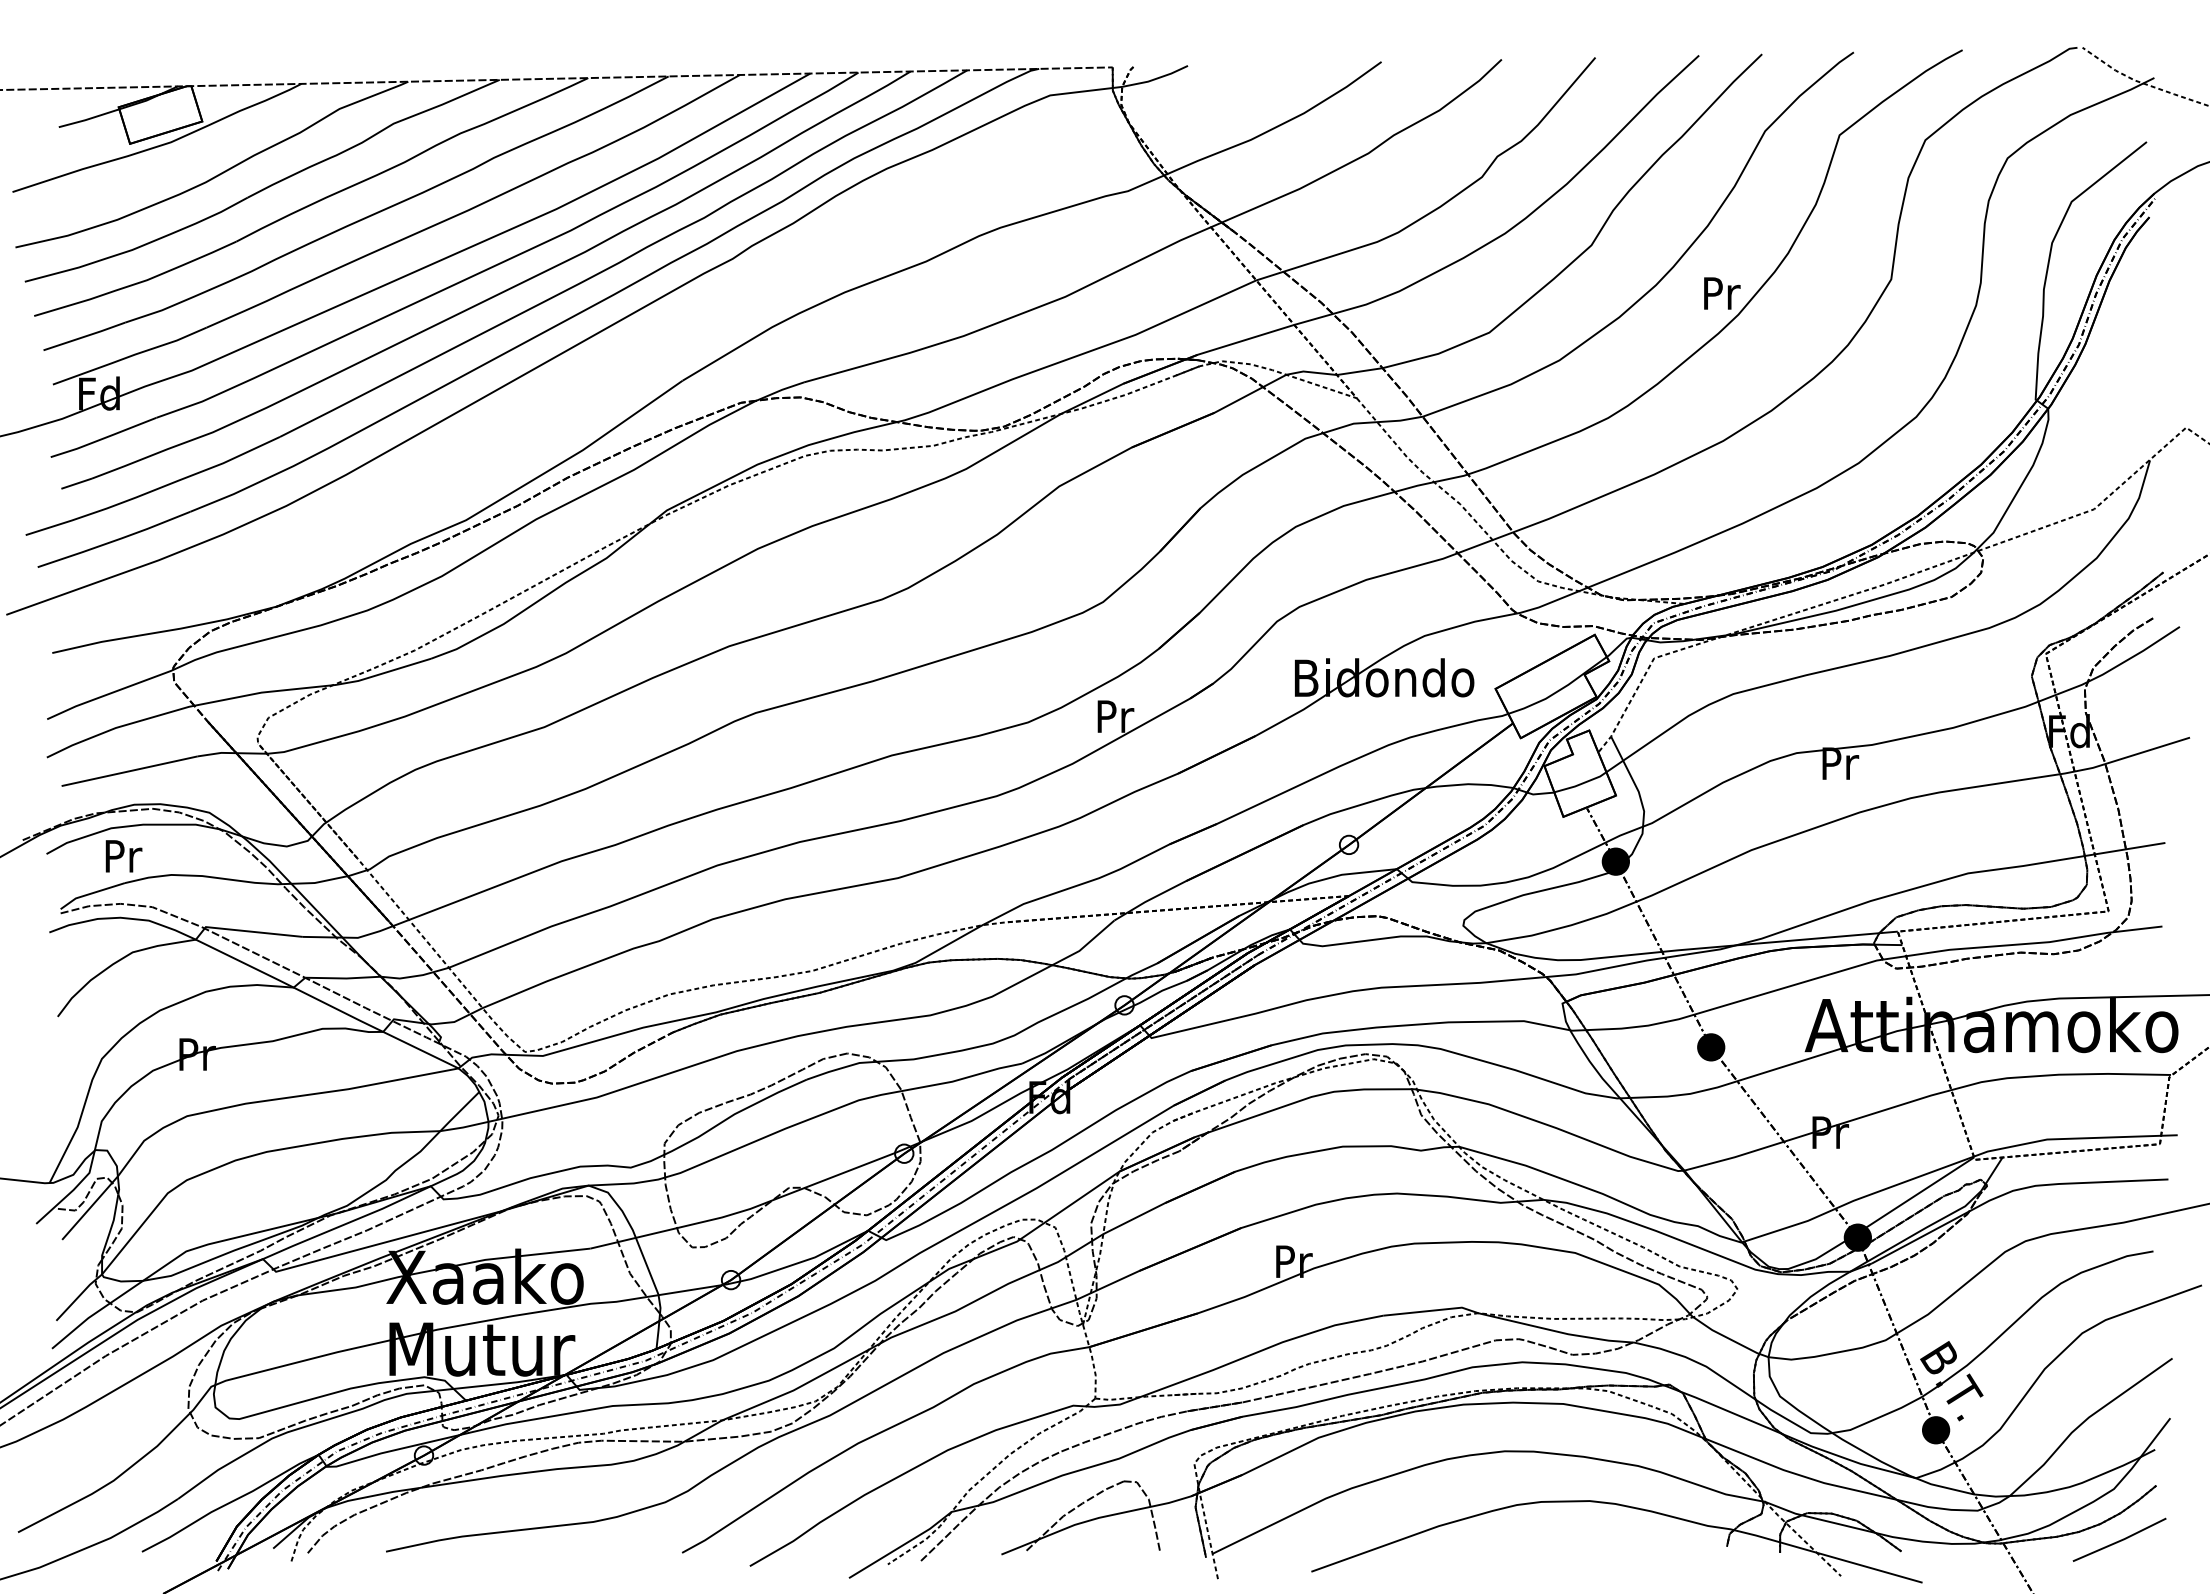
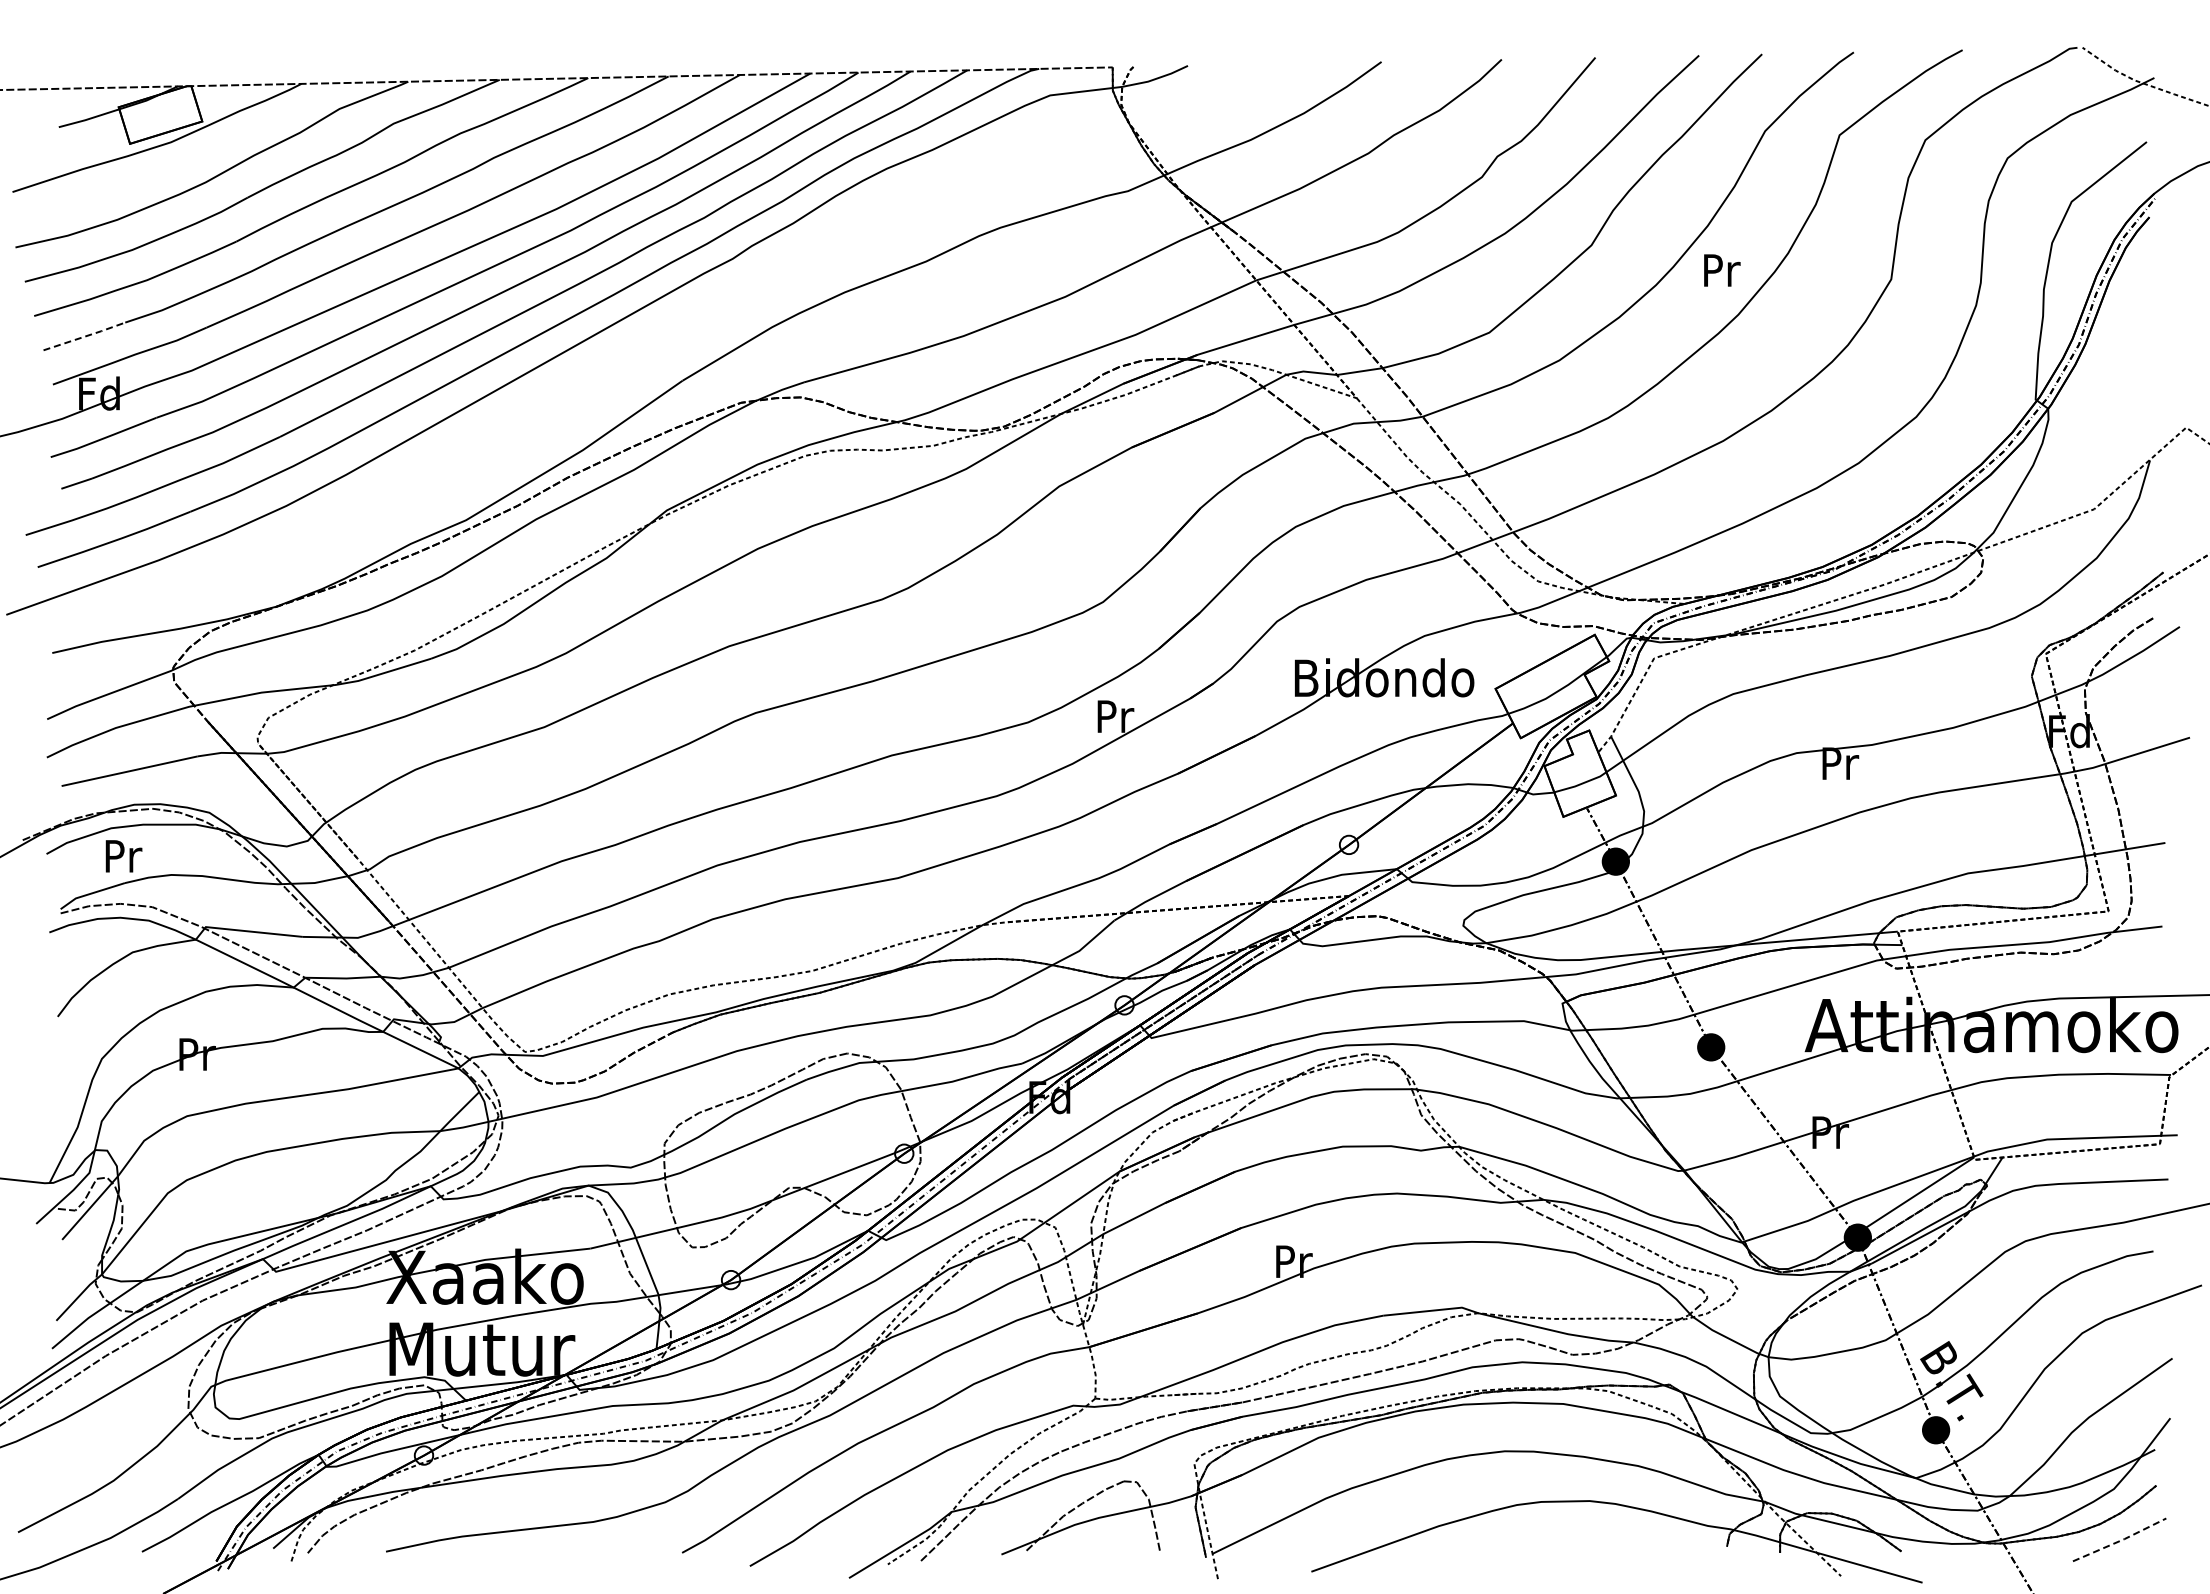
text at (1722, 293) position: (1722, 293) -> (1722, 270)
line at (85, 336): solid -> dashed
line at (2120, 1540): solid -> dashed
